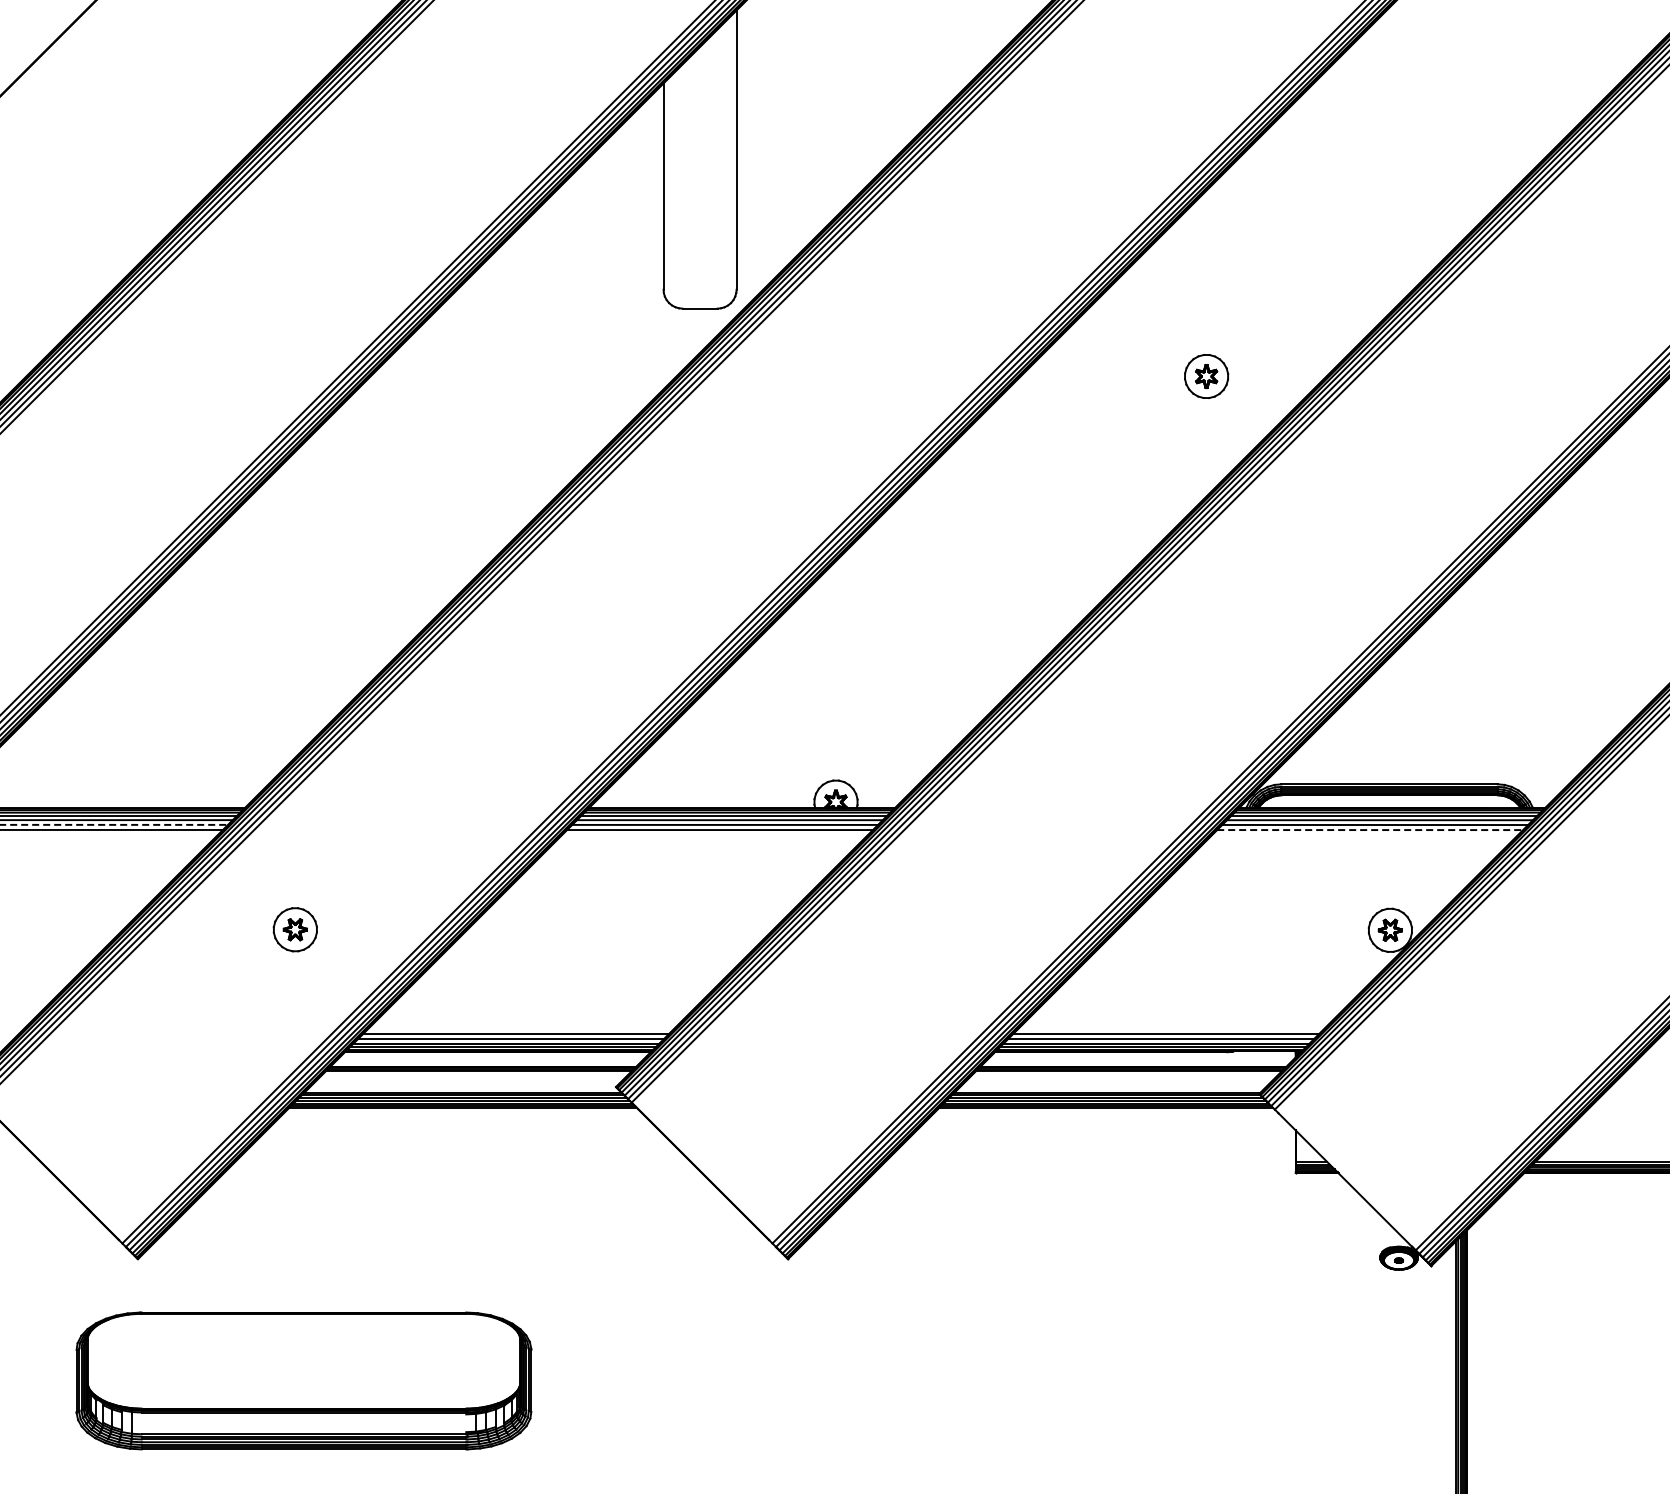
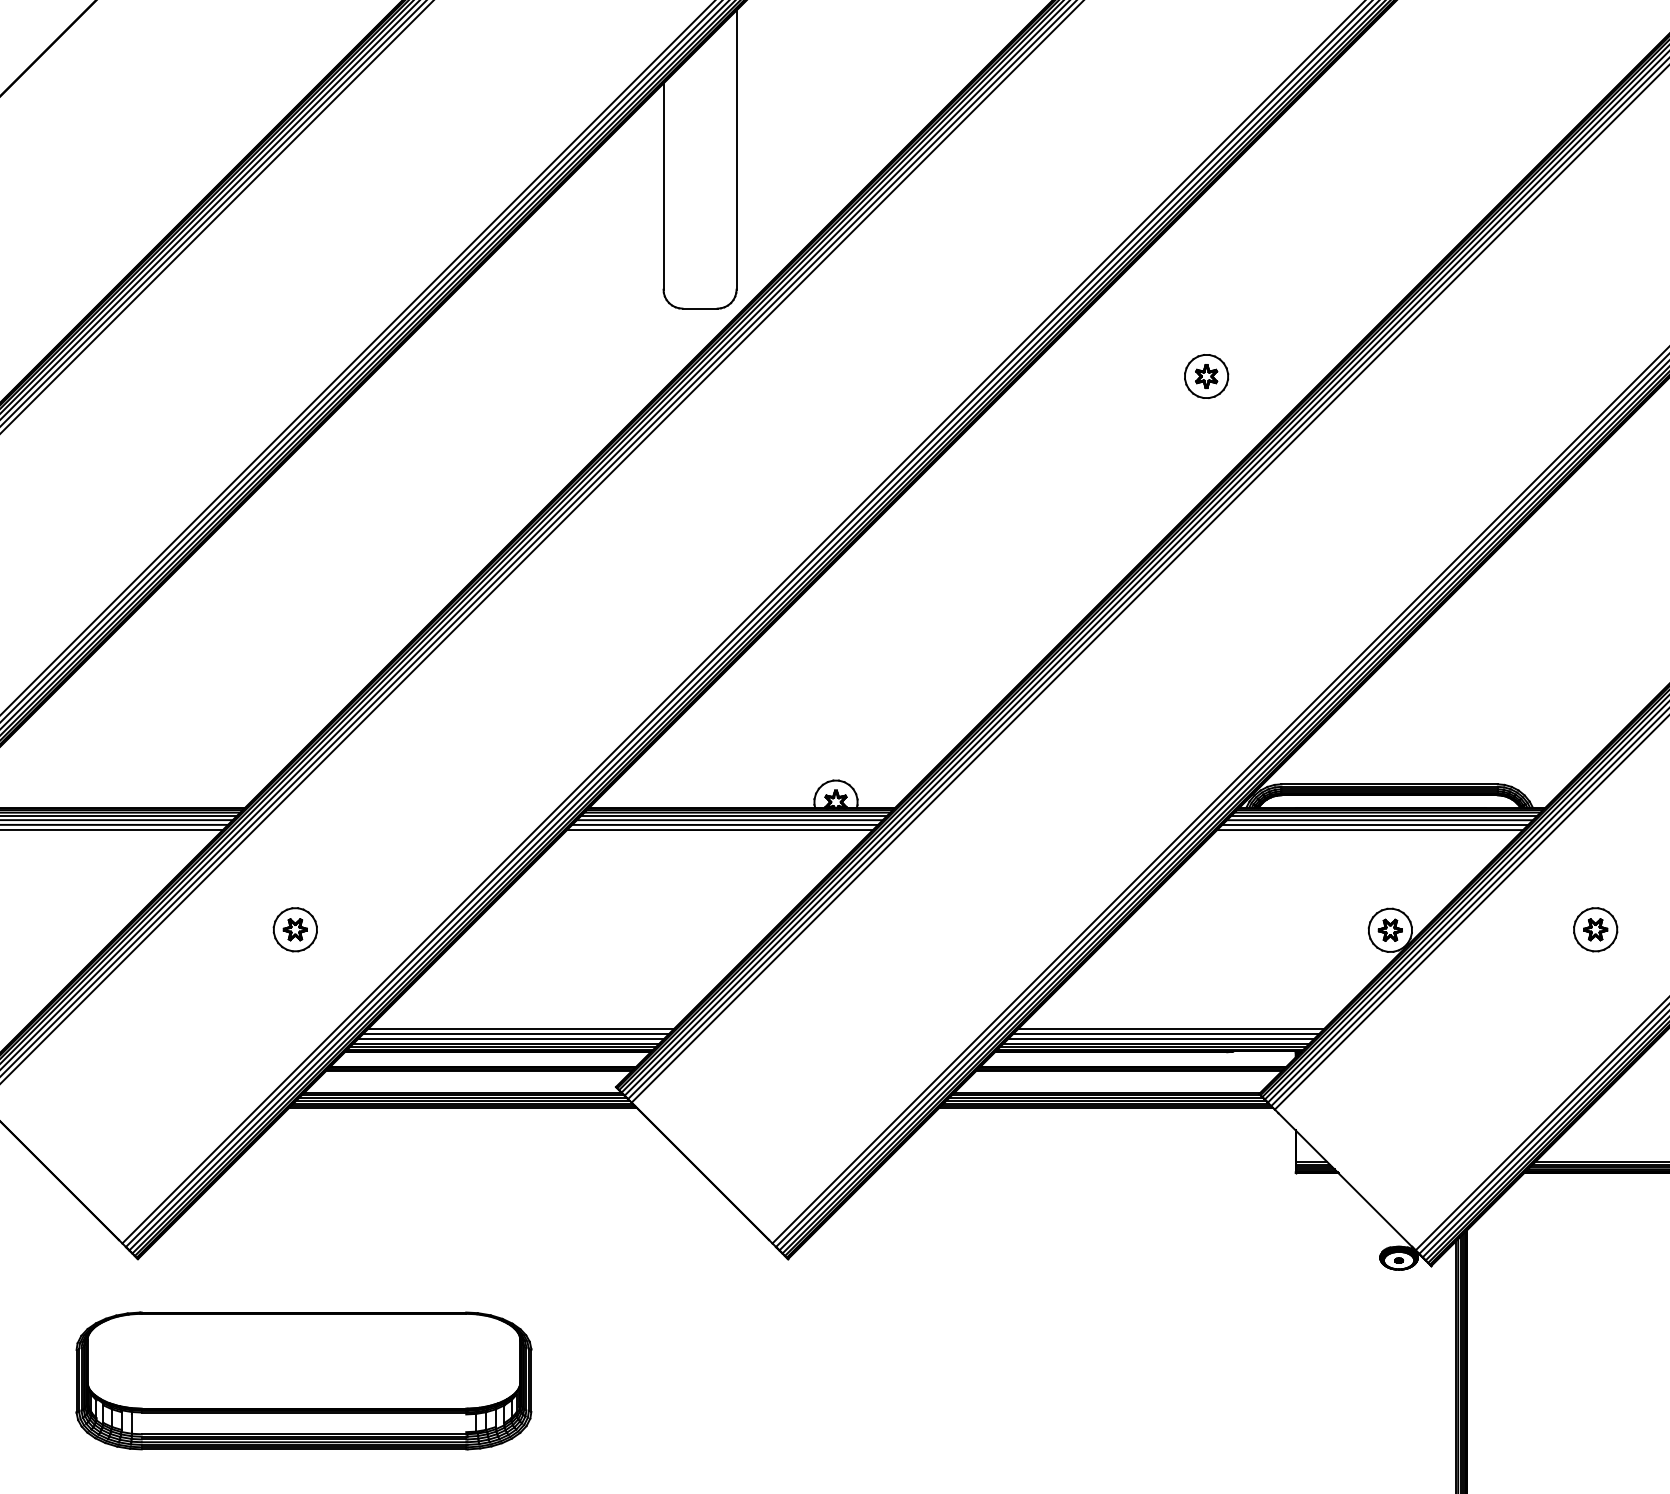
line at (114, 824): dashed -> solid
line at (1370, 830): dashed -> solid
part at (1595, 929): none -> present
line at (520, 1029): none -> present
line at (1170, 1029): none -> present
